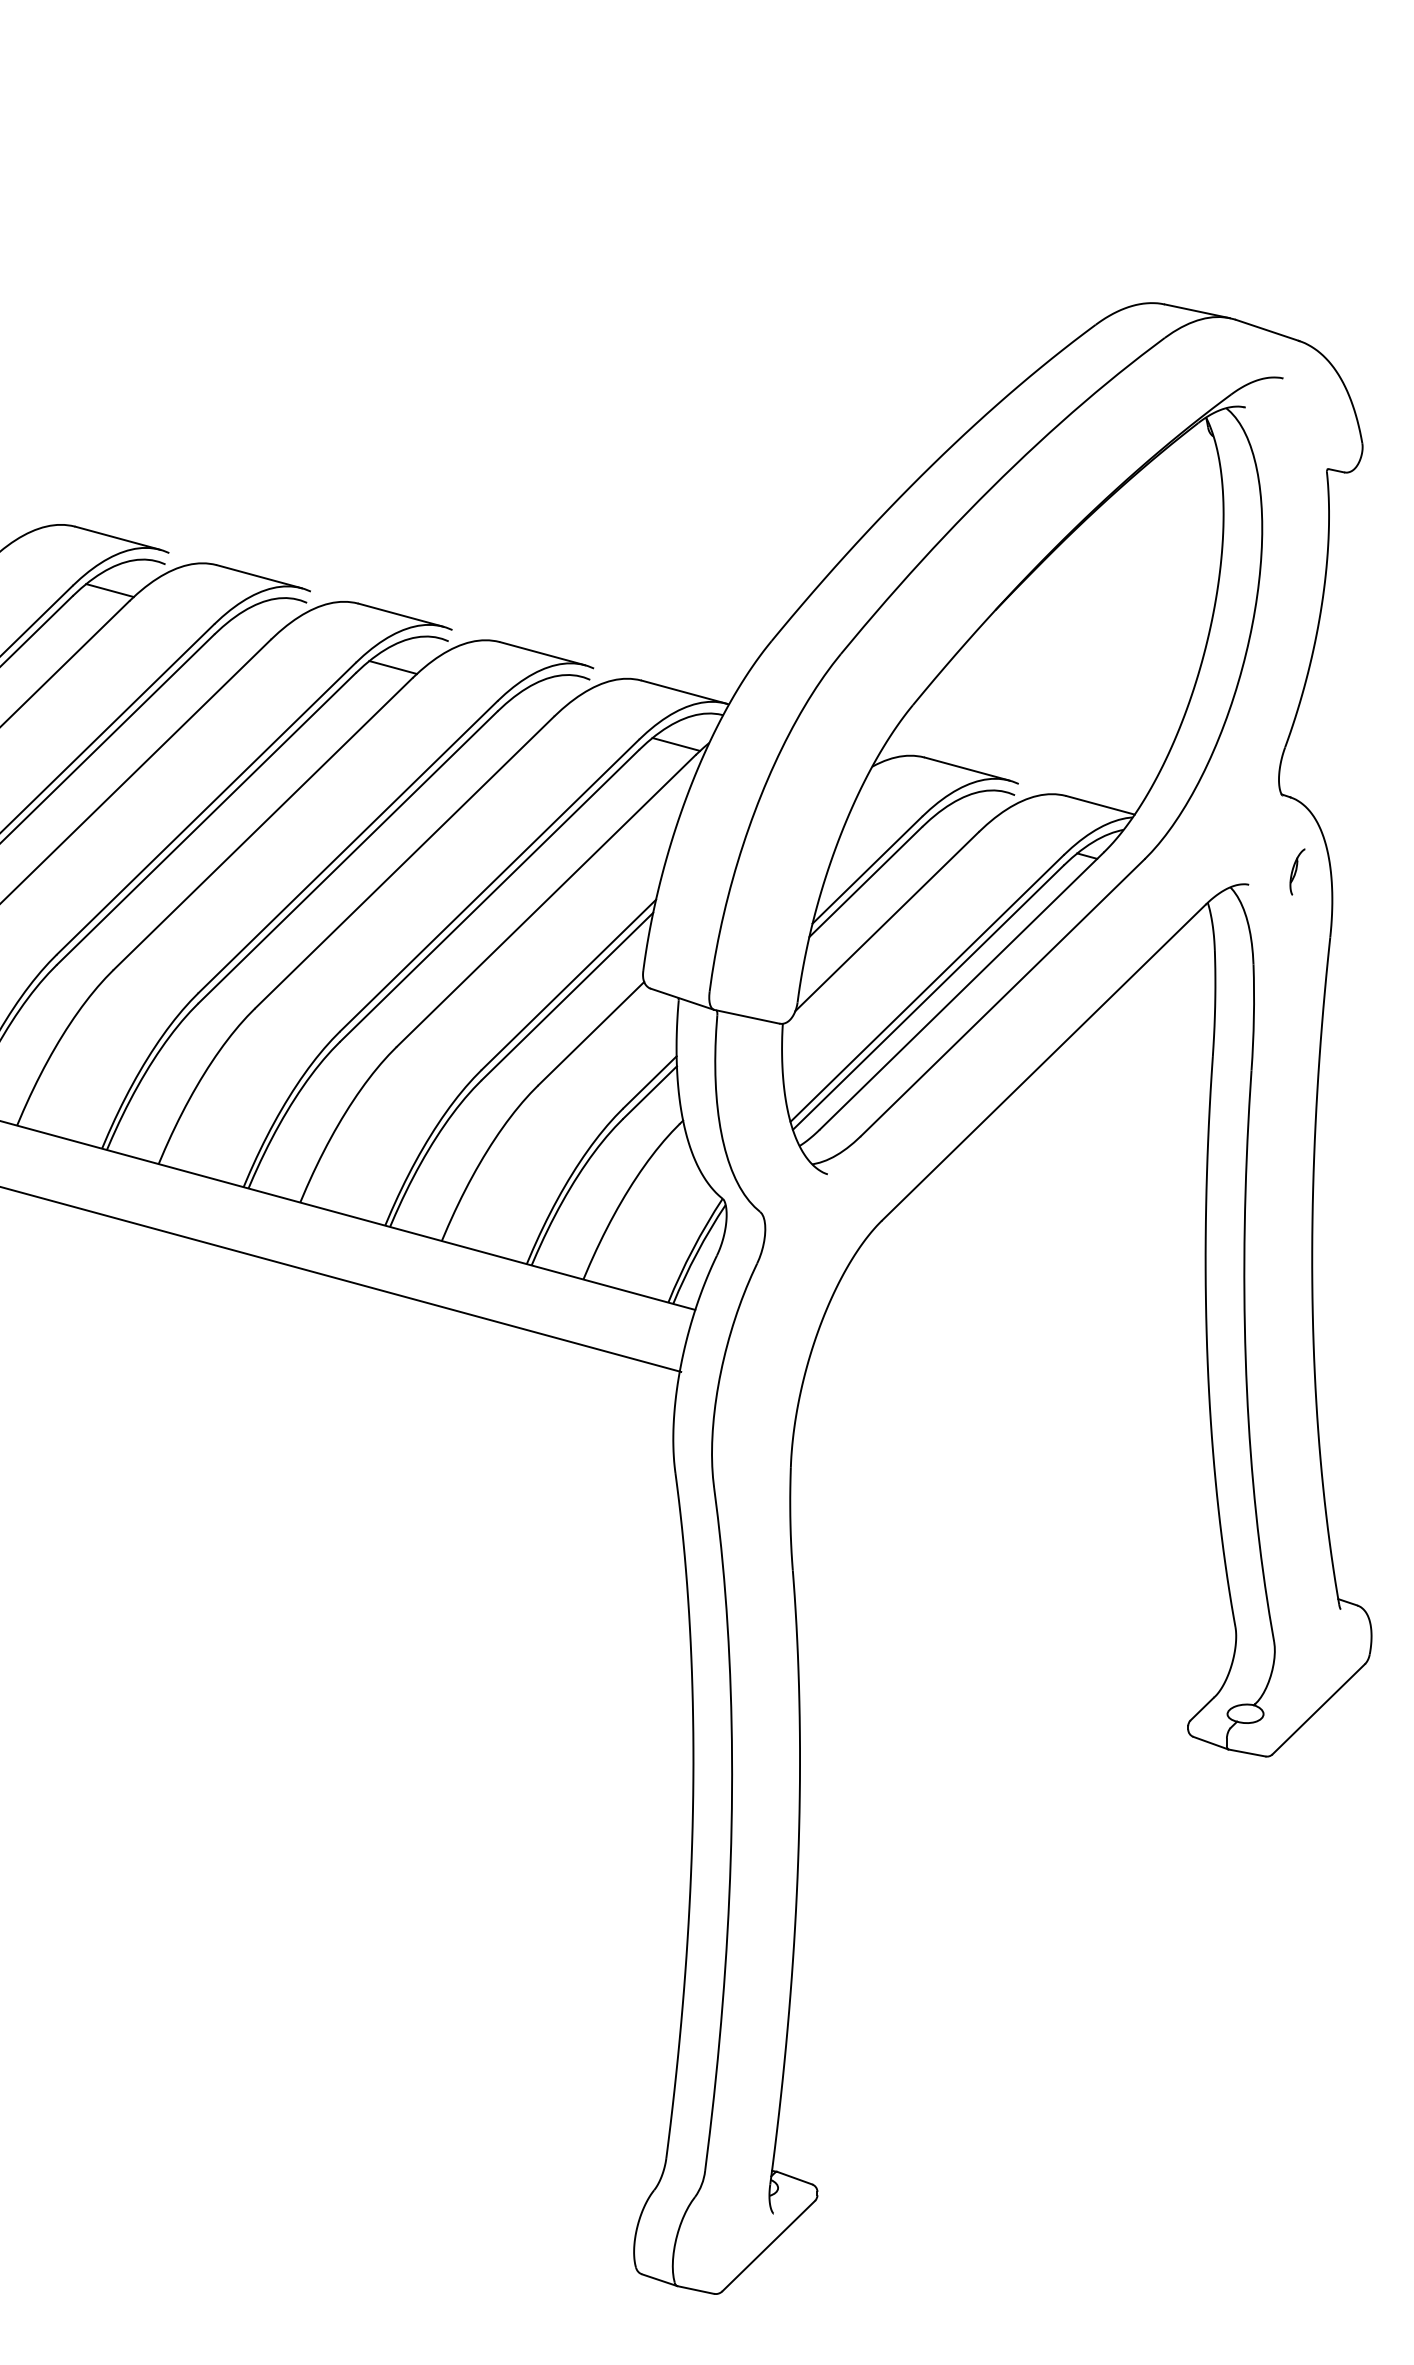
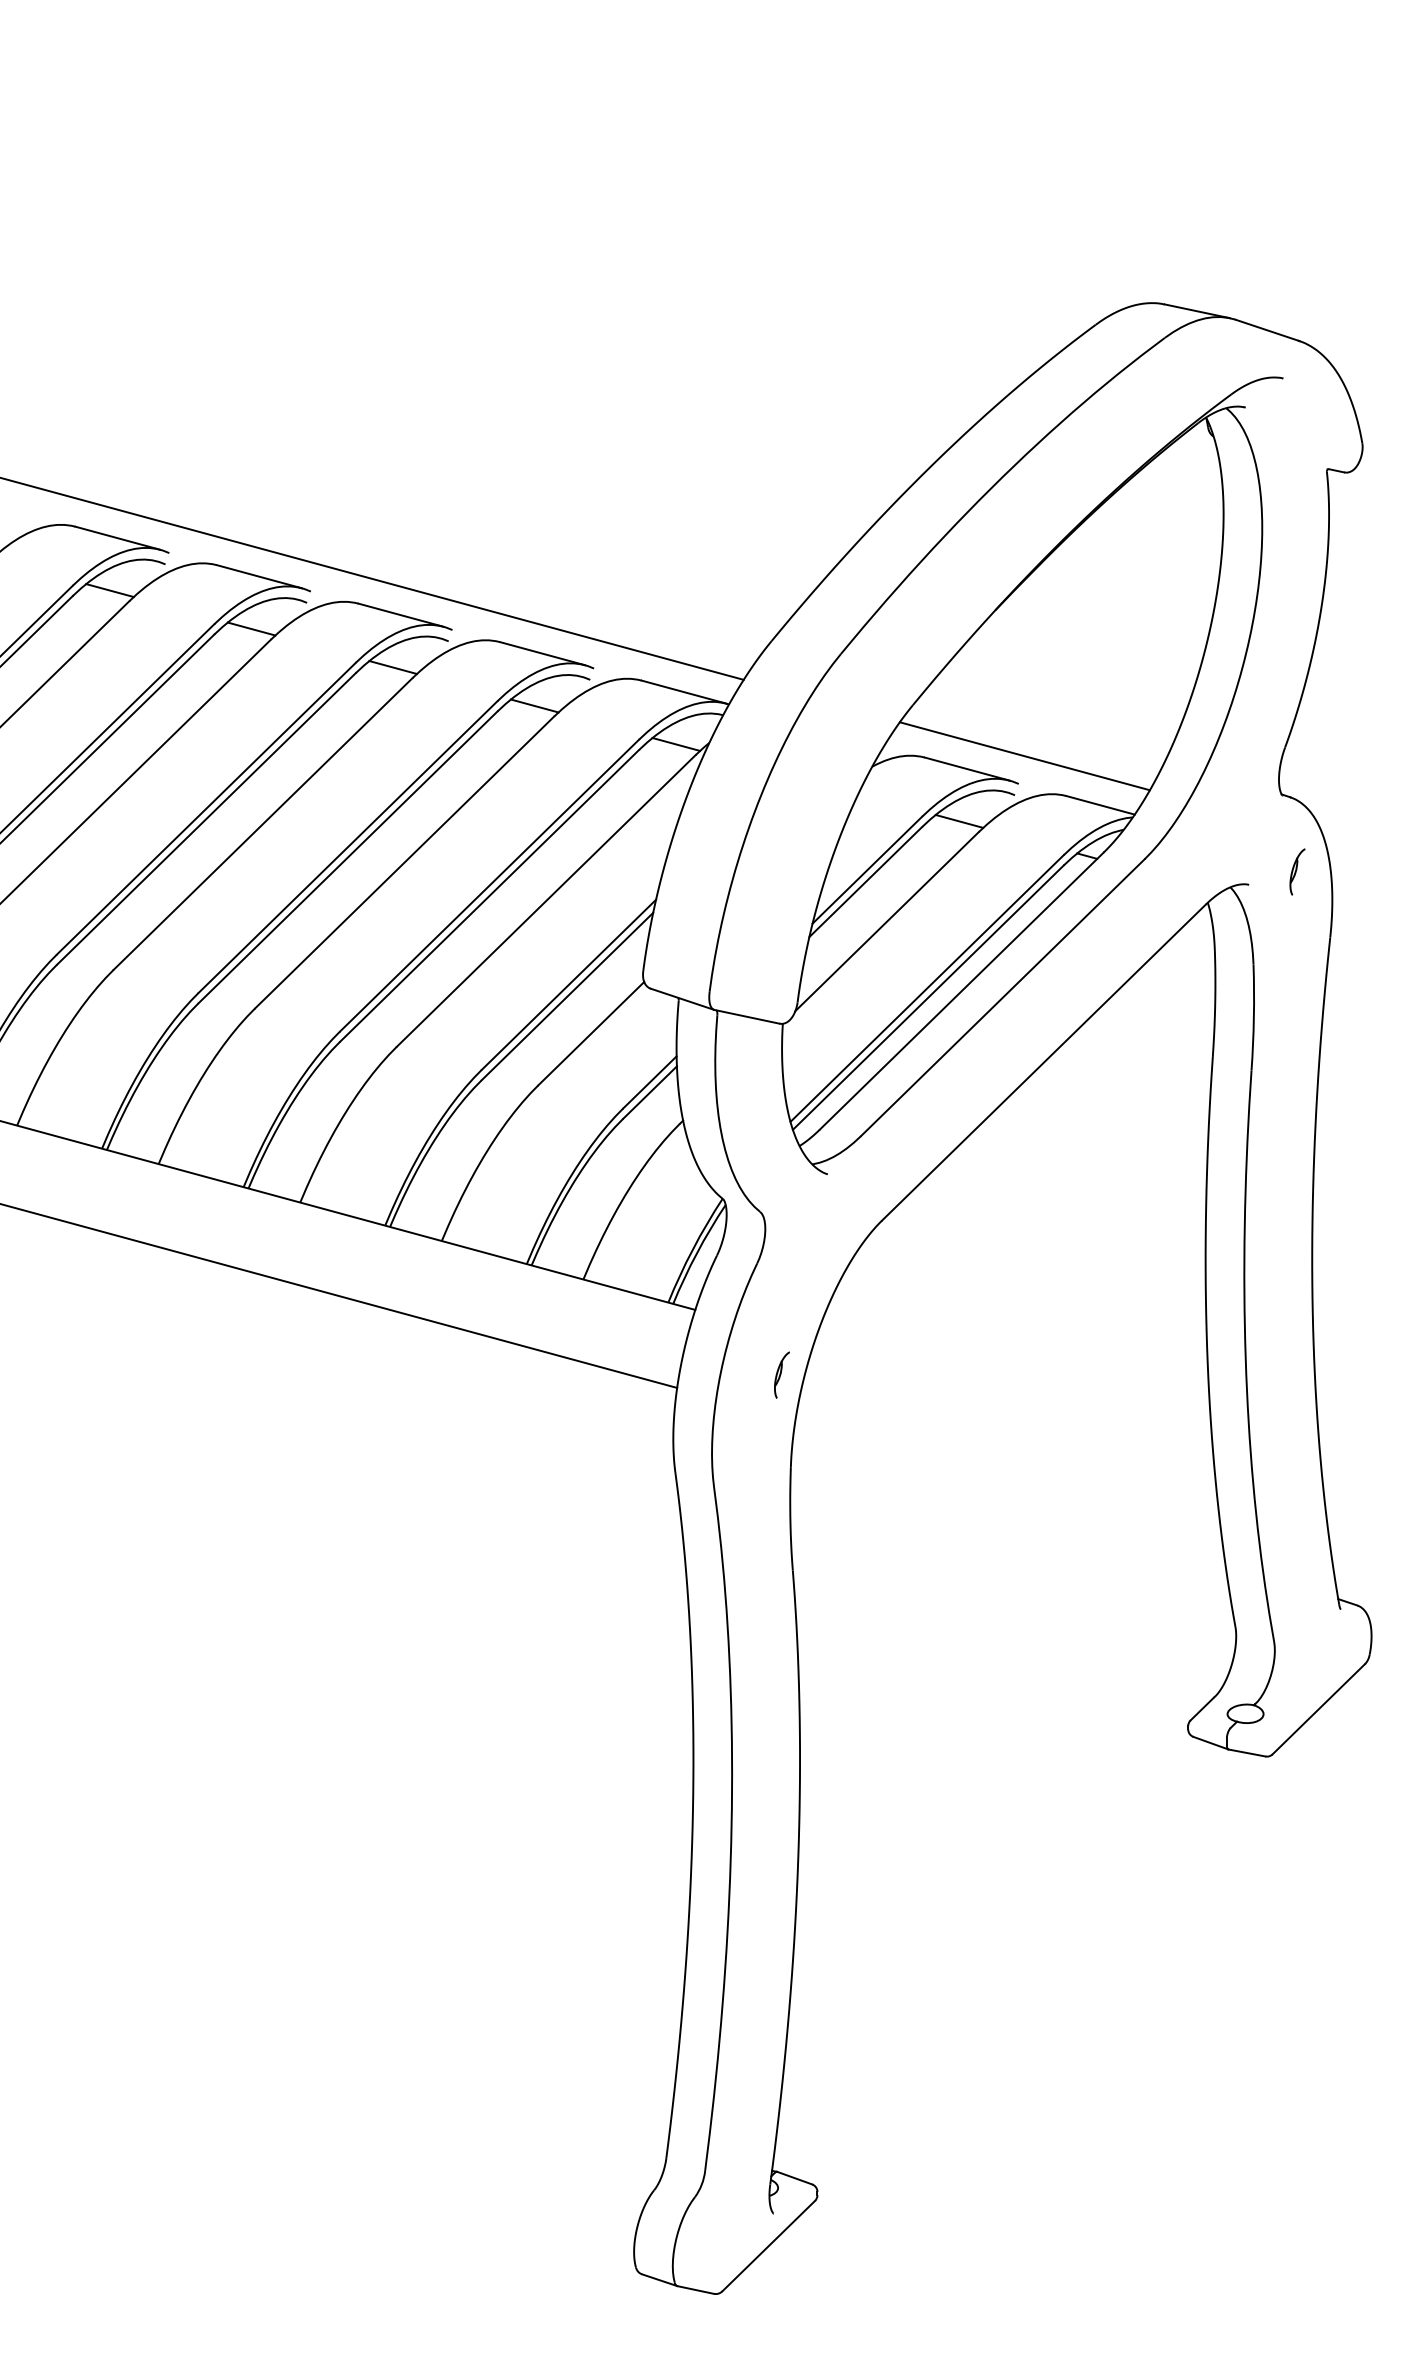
line at (372, 578): none -> present
line at (251, 628): none -> present
line at (534, 705): none -> present
line at (1024, 756): none -> present
line at (959, 820): none -> present
line at (341, 1279) position: (341, 1279) -> (339, 1295)
part at (781, 1374): none -> present
